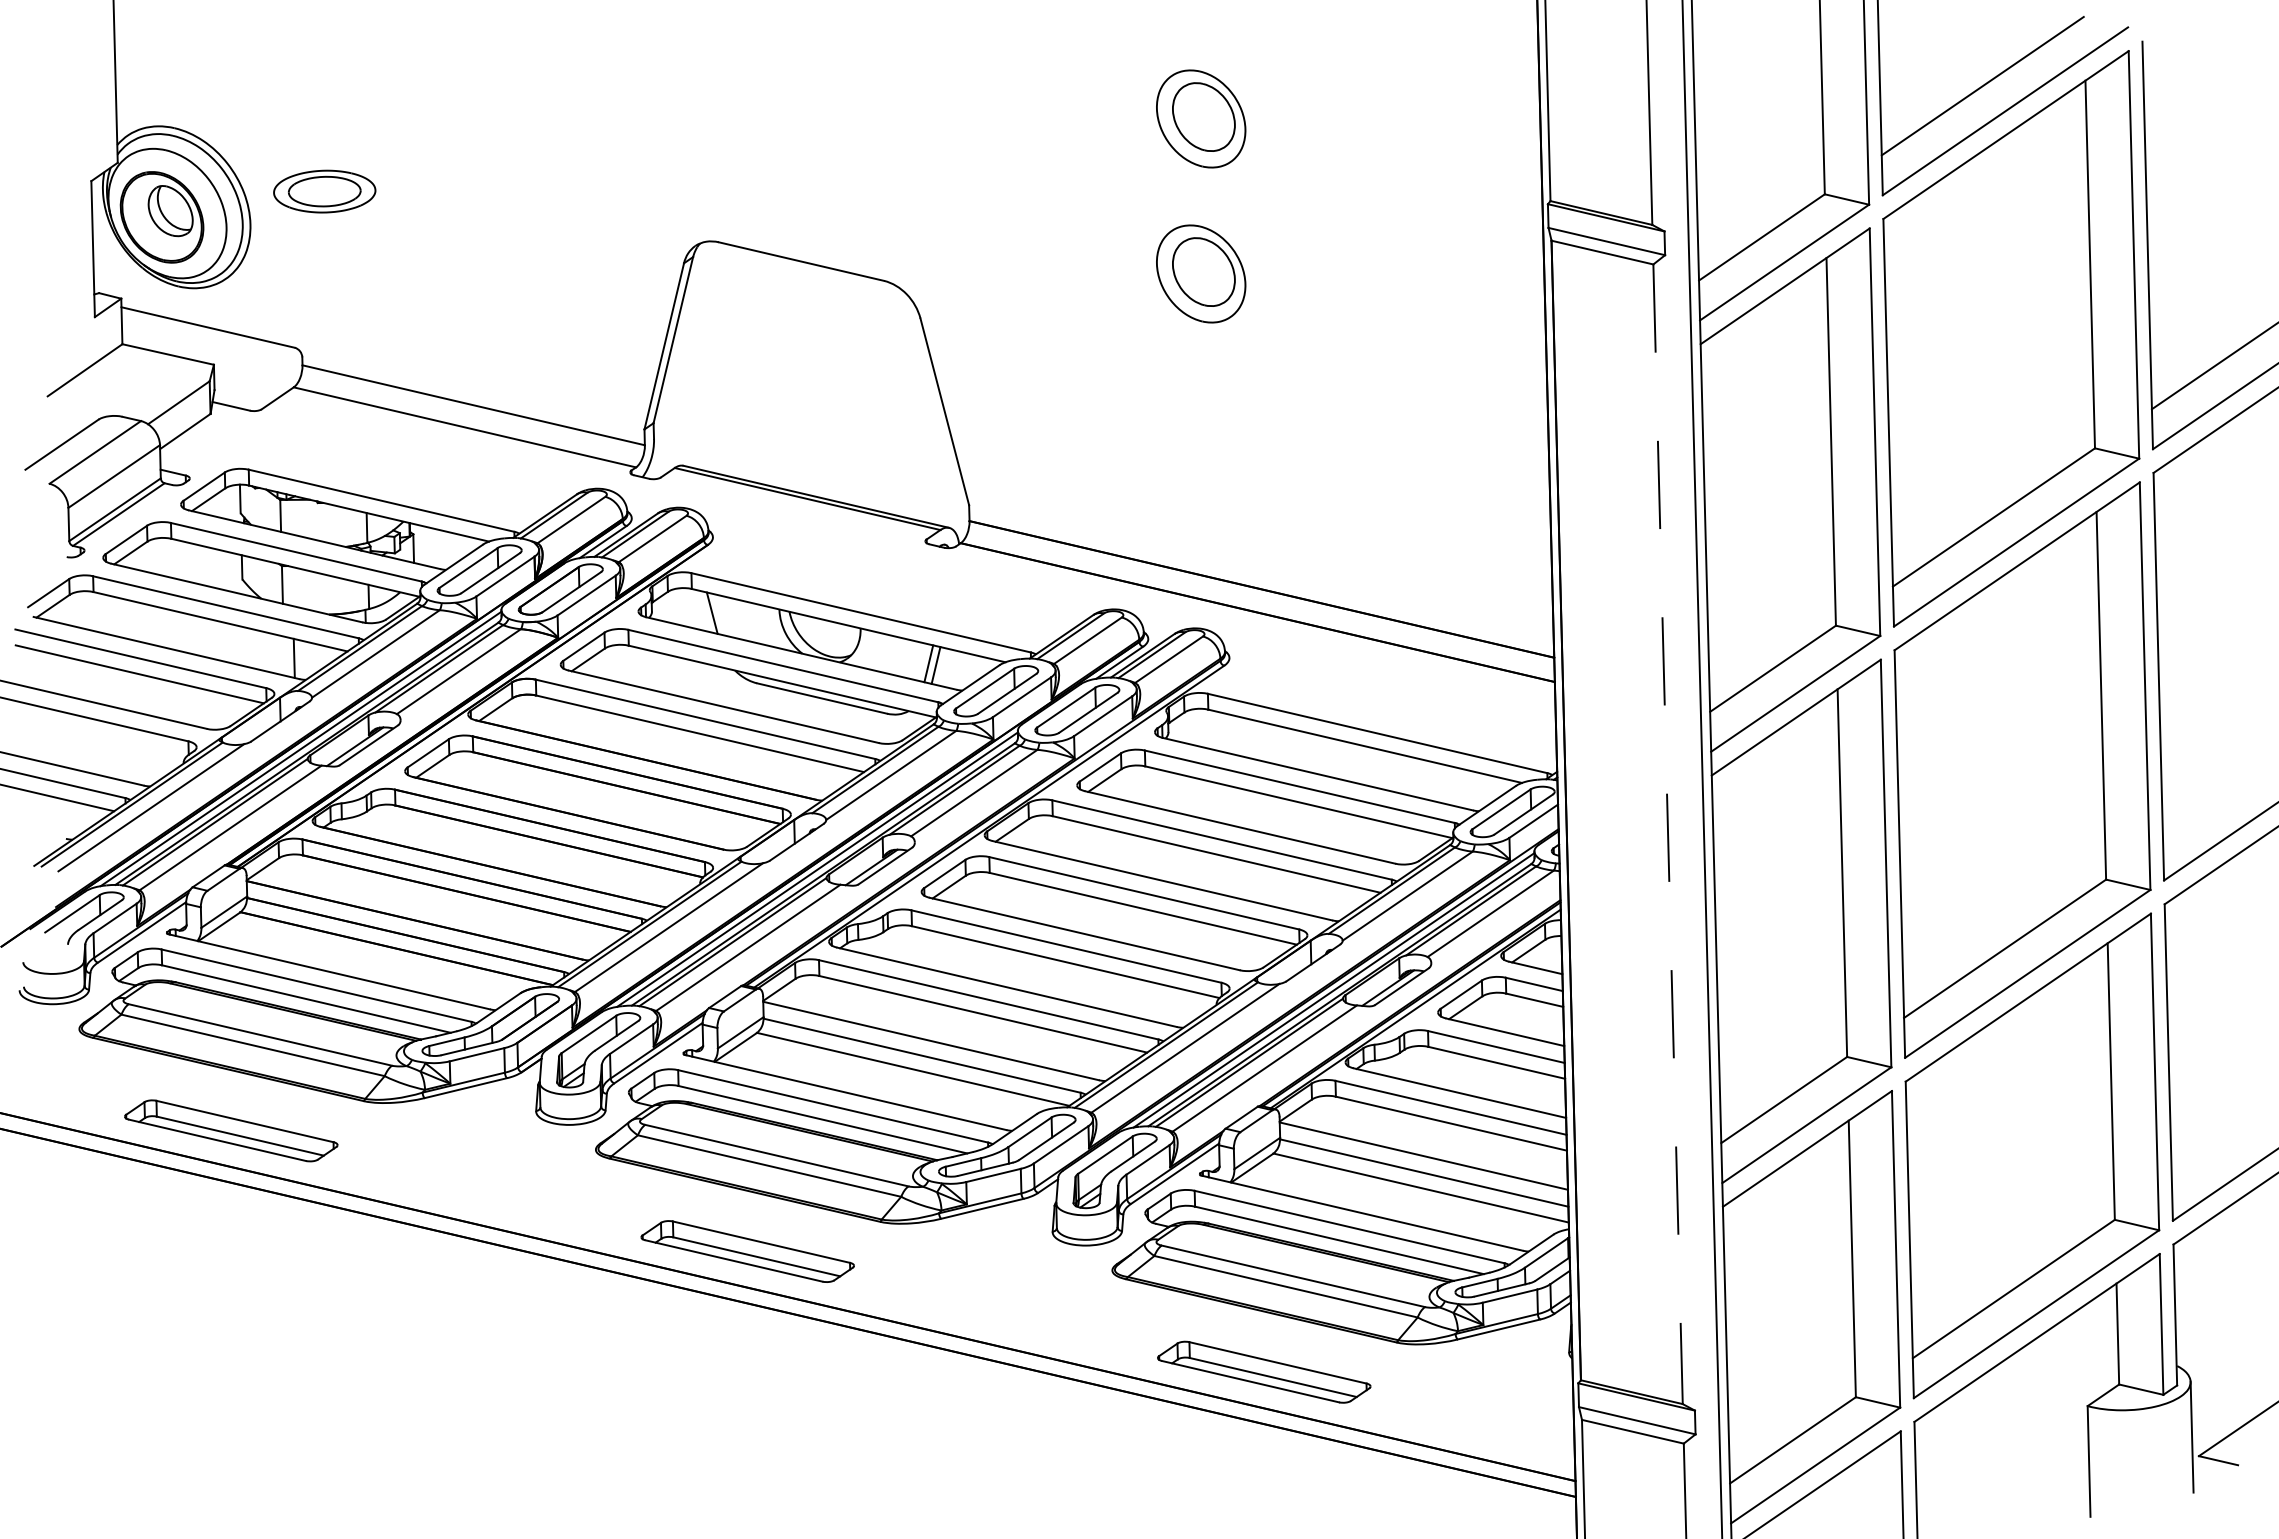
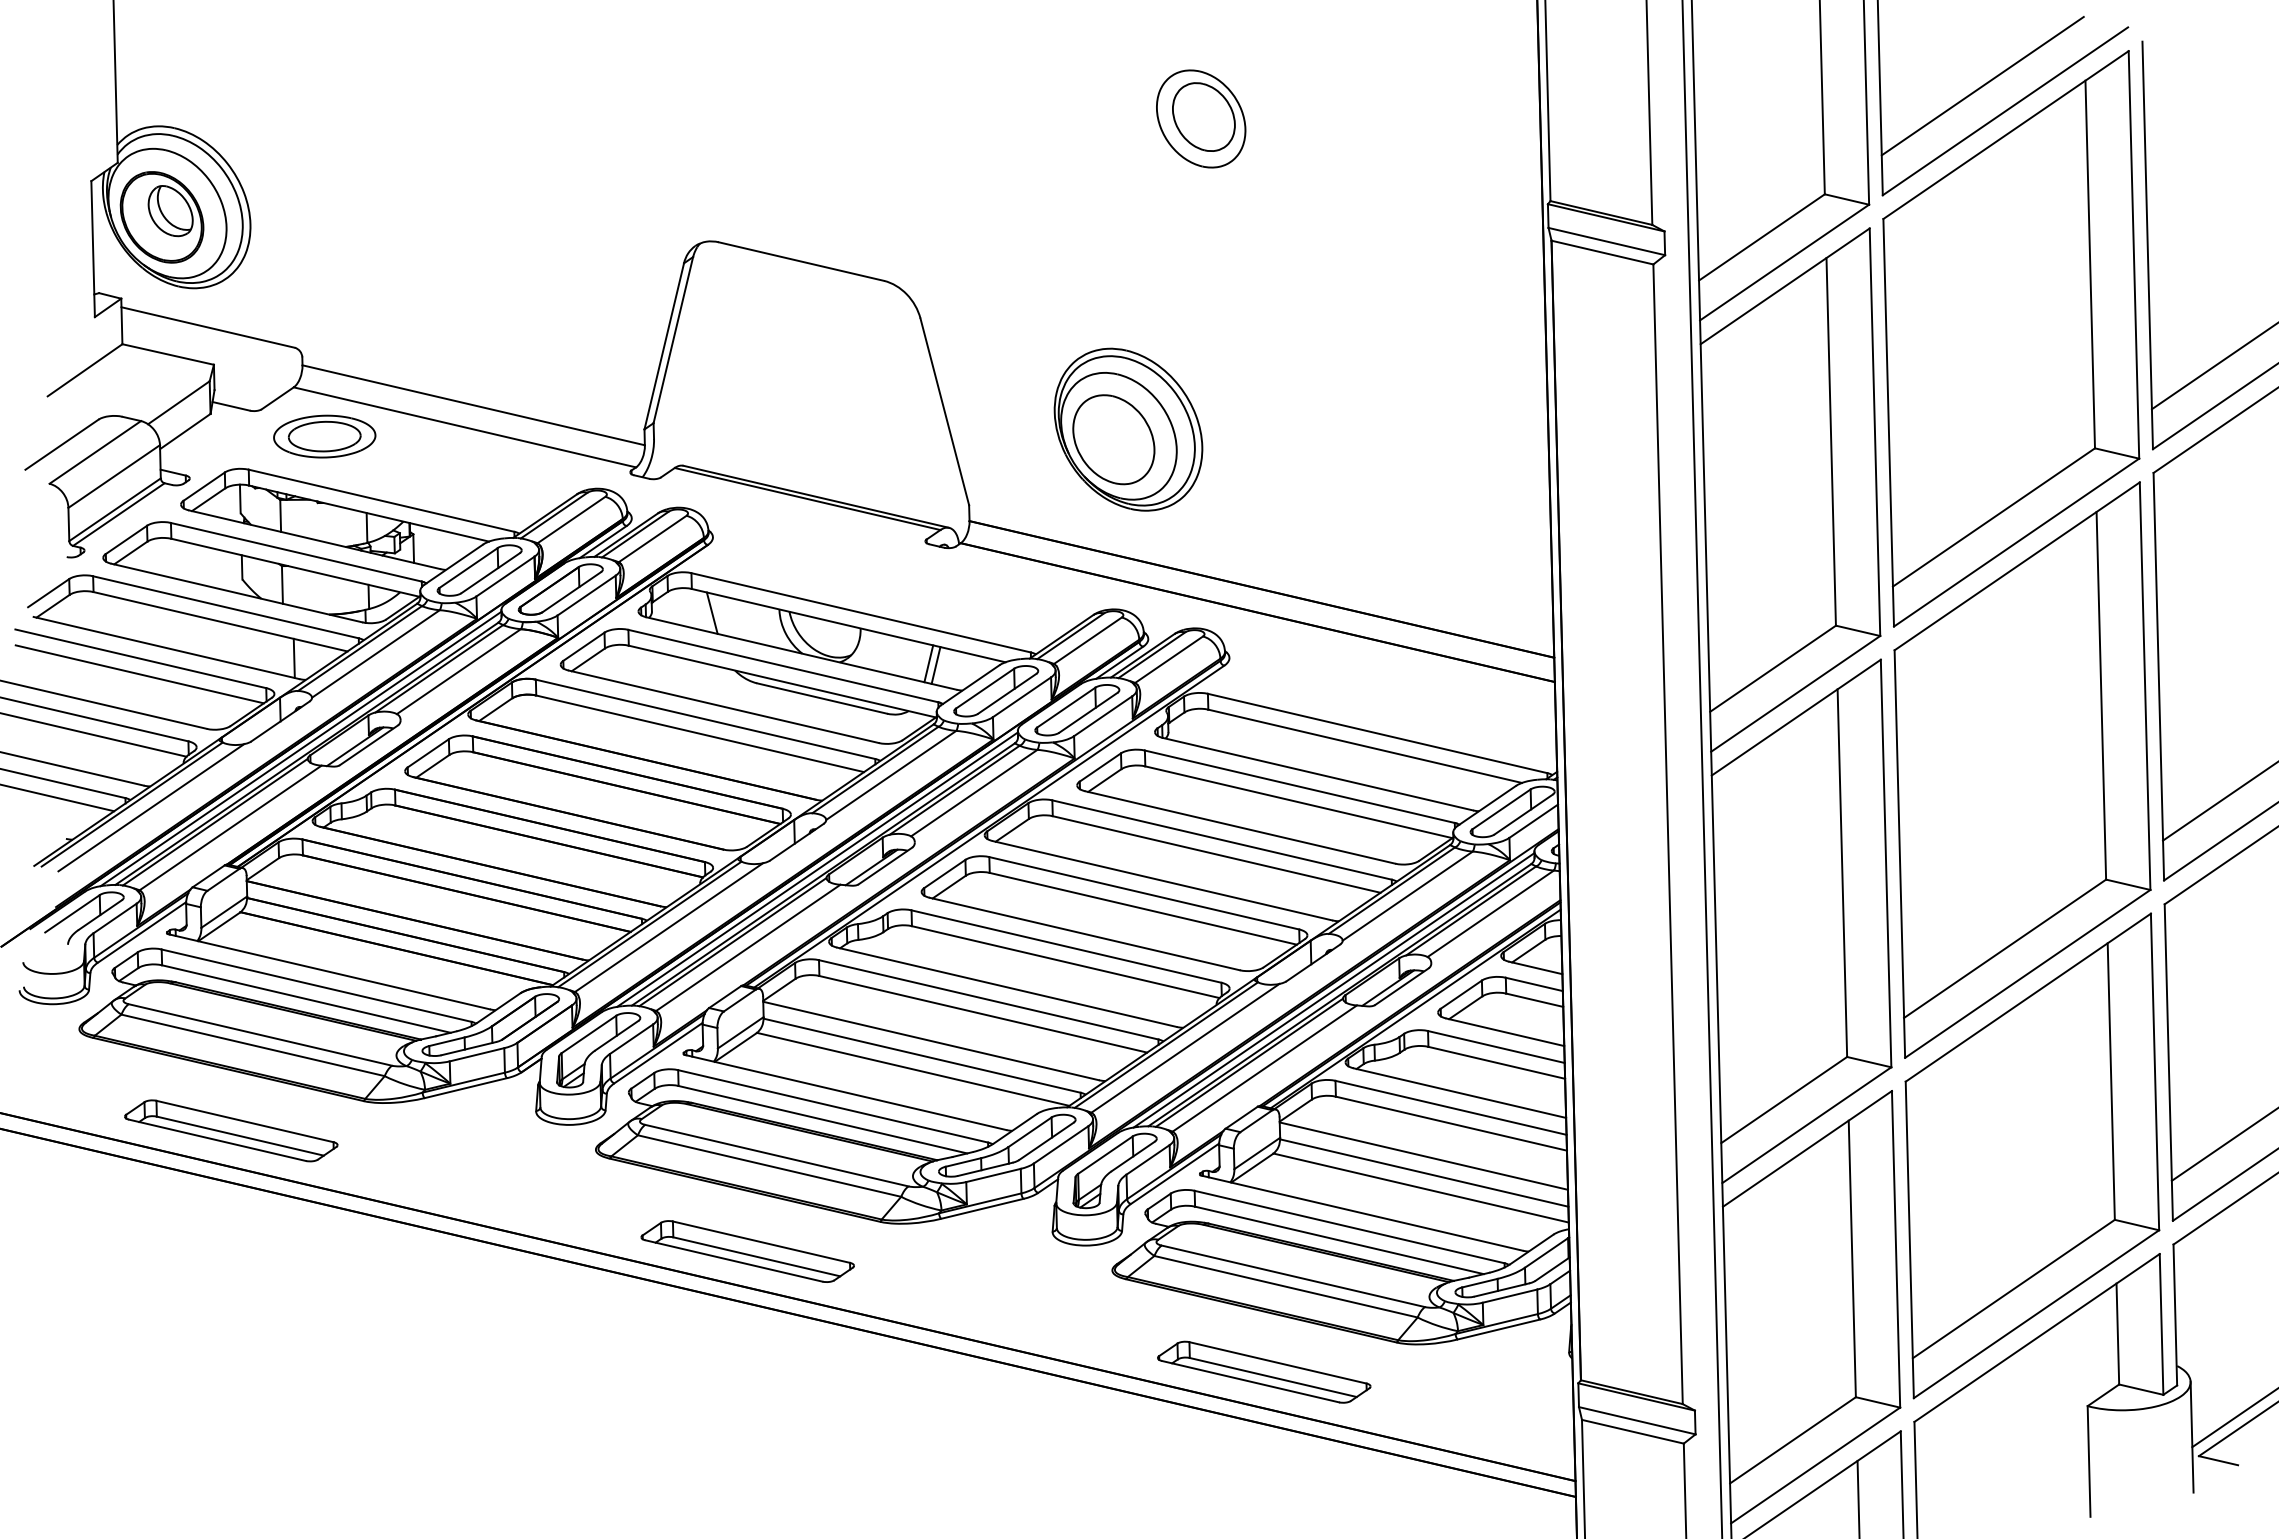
part at (324, 191) position: (324, 191) -> (324, 436)
part at (1201, 273): present -> none
part at (1128, 429): none -> present
line at (94, 734): none -> present
line at (2219, 801): none -> present
line at (1668, 834): dashed -> solid
line at (2223, 1145): none -> present
line at (2233, 1418): none -> present
line at (1858, 1497): none -> present
